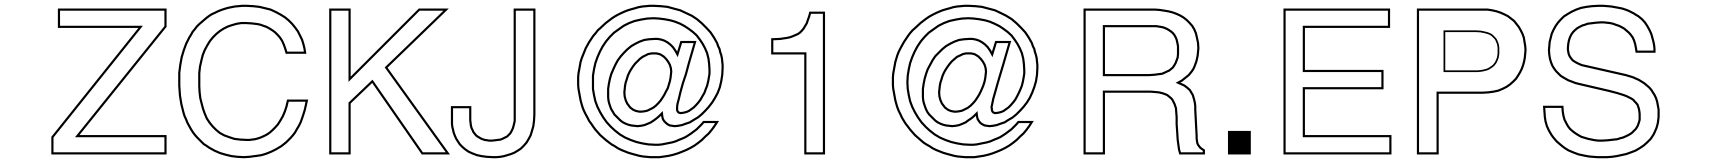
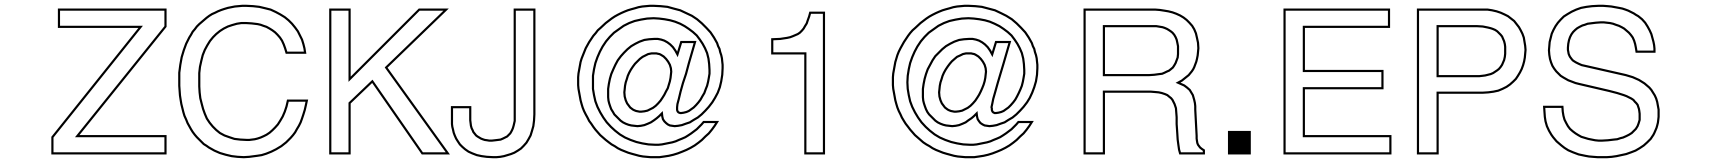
part at (1471, 50) size: 57x42 px -> 71x53 px
